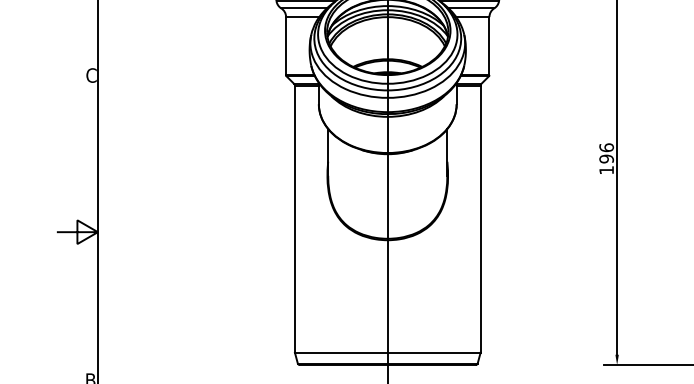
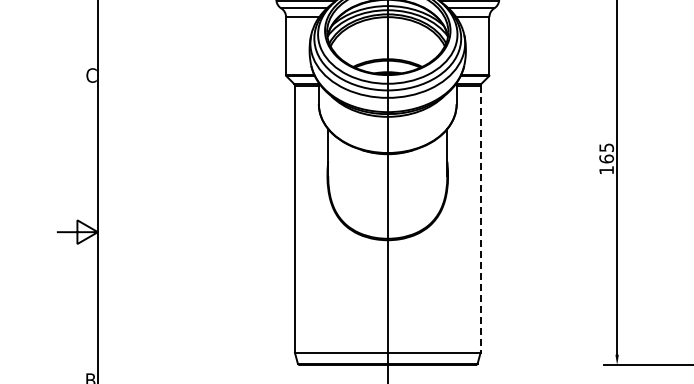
text at (606, 153): 196 -> 165
line at (480, 219): solid -> dashed
